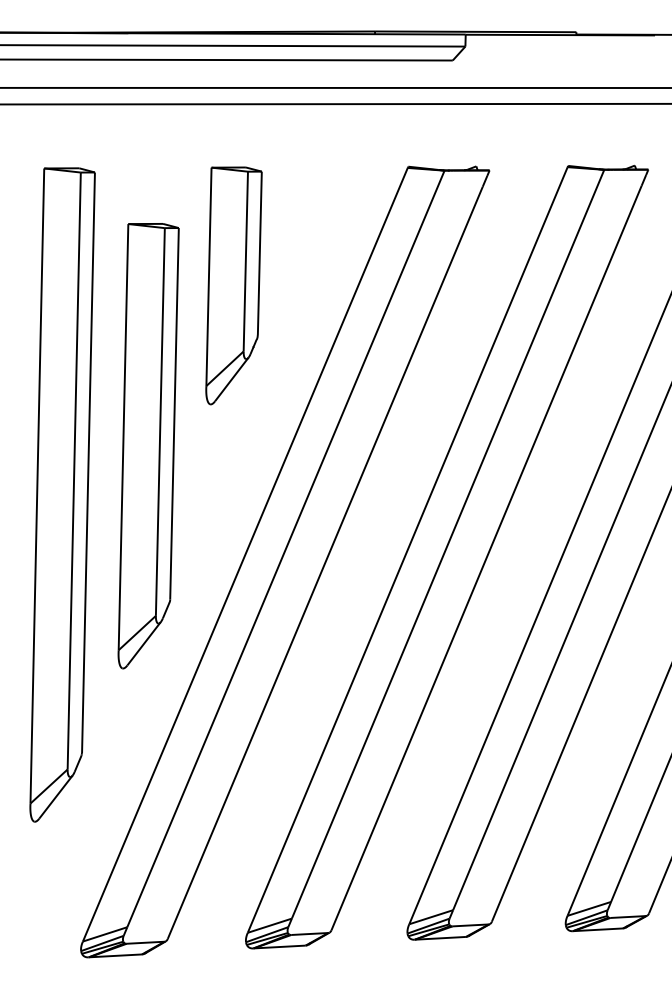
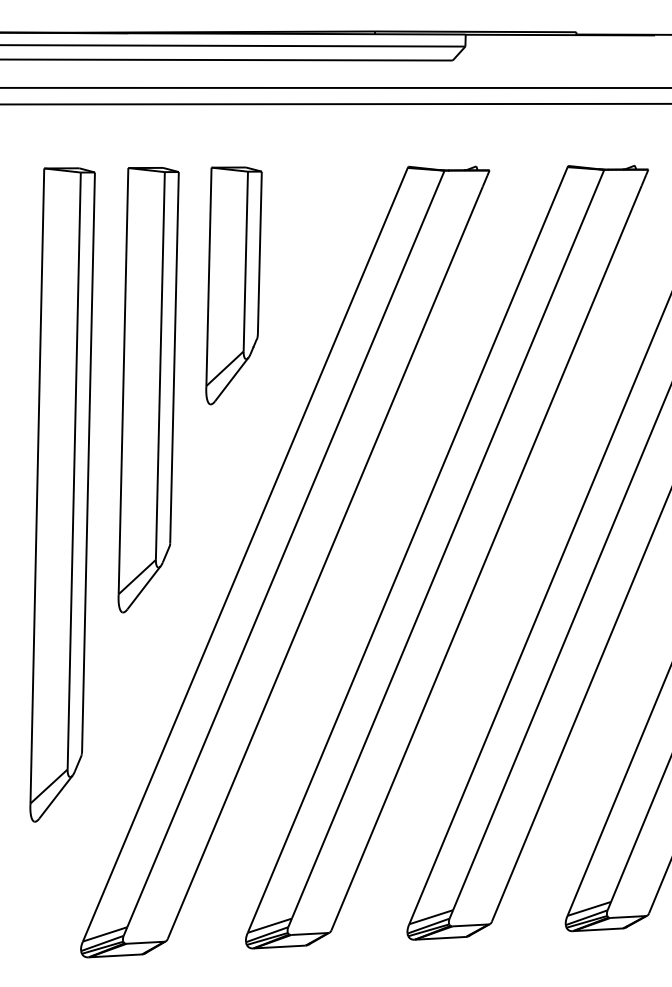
part at (148, 446) position: (148, 446) -> (148, 390)
